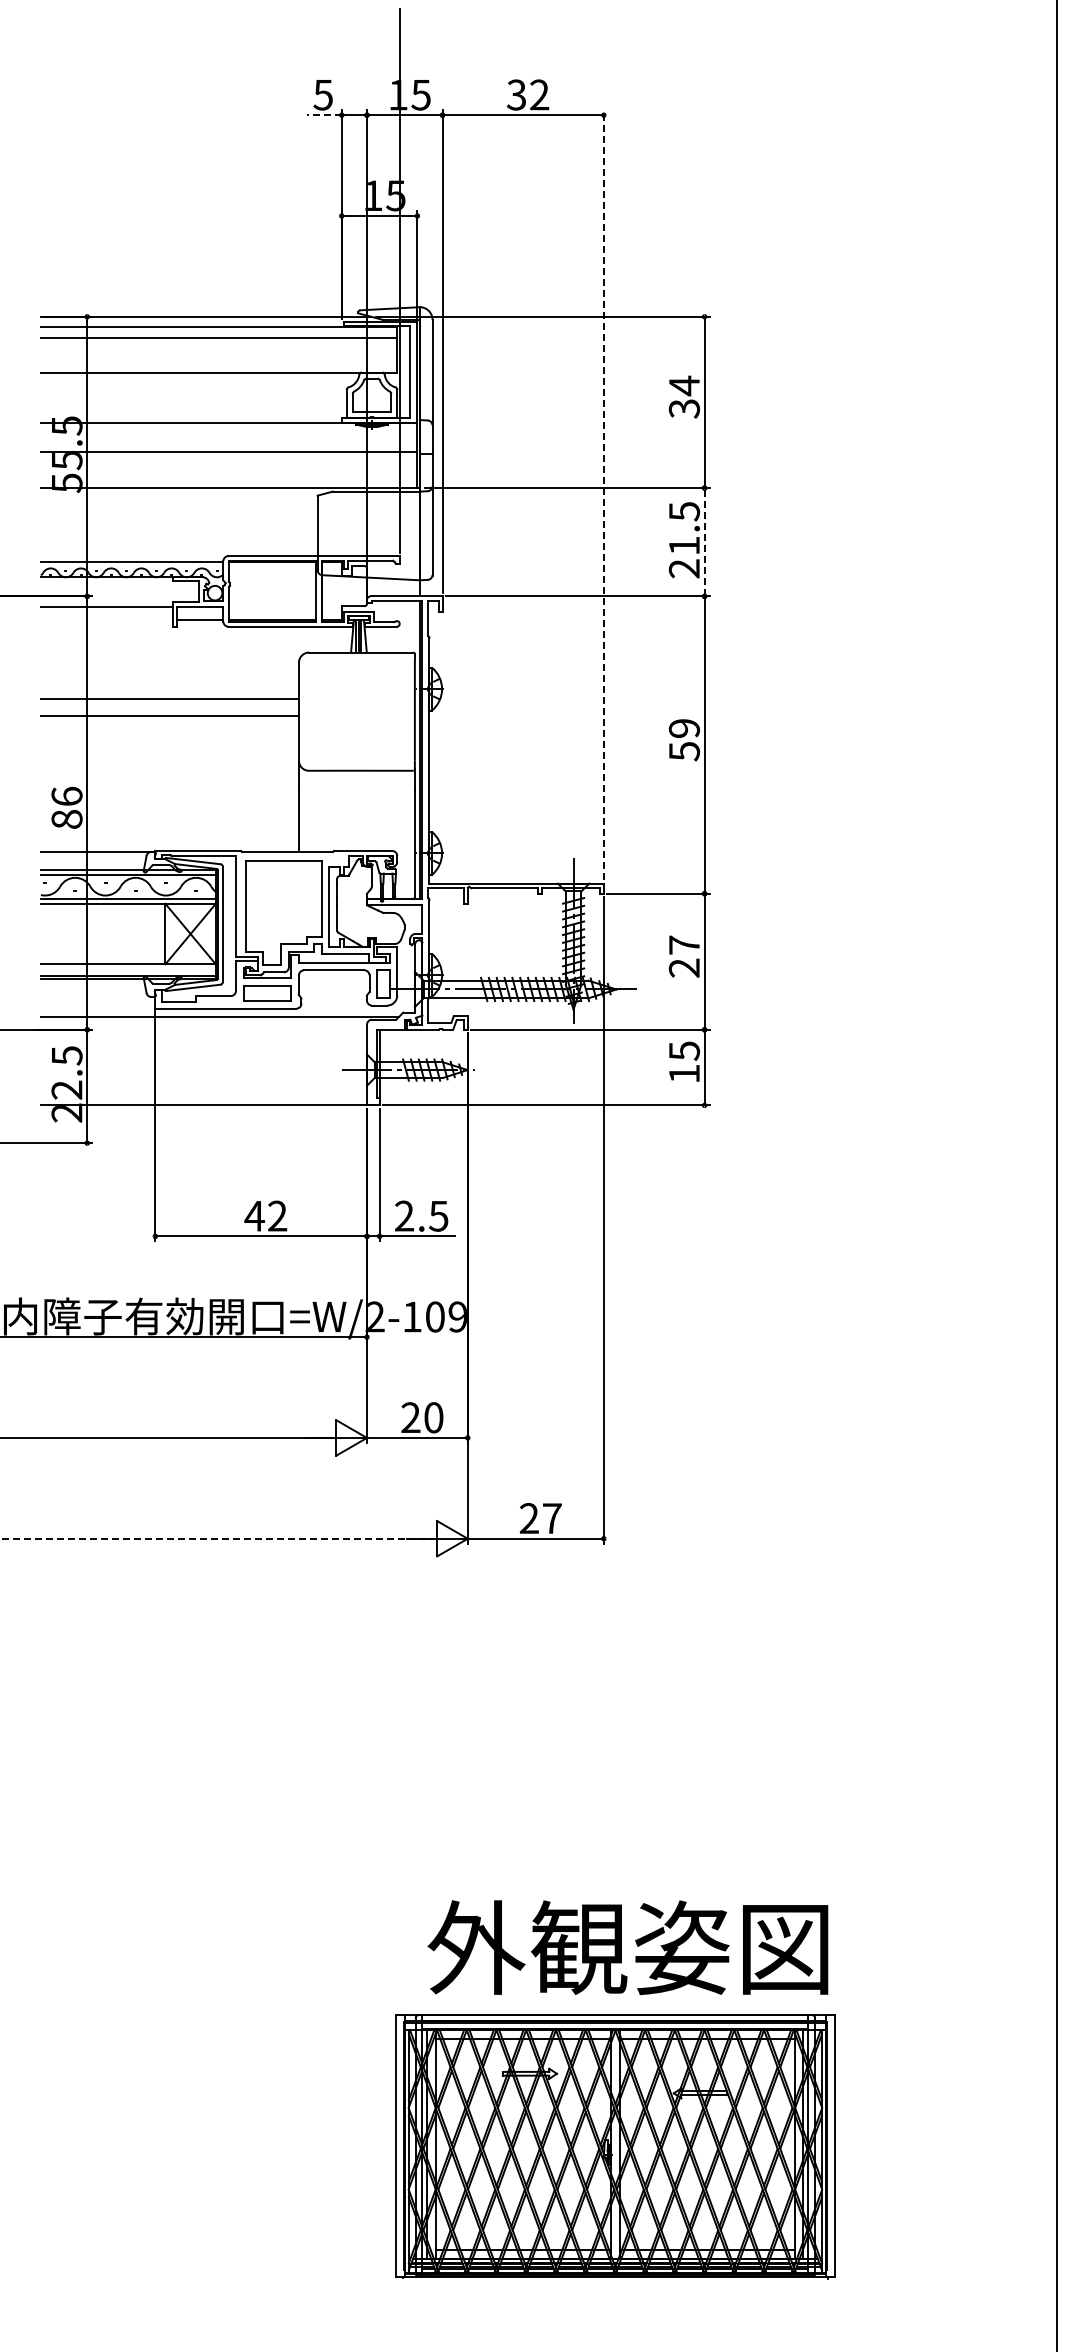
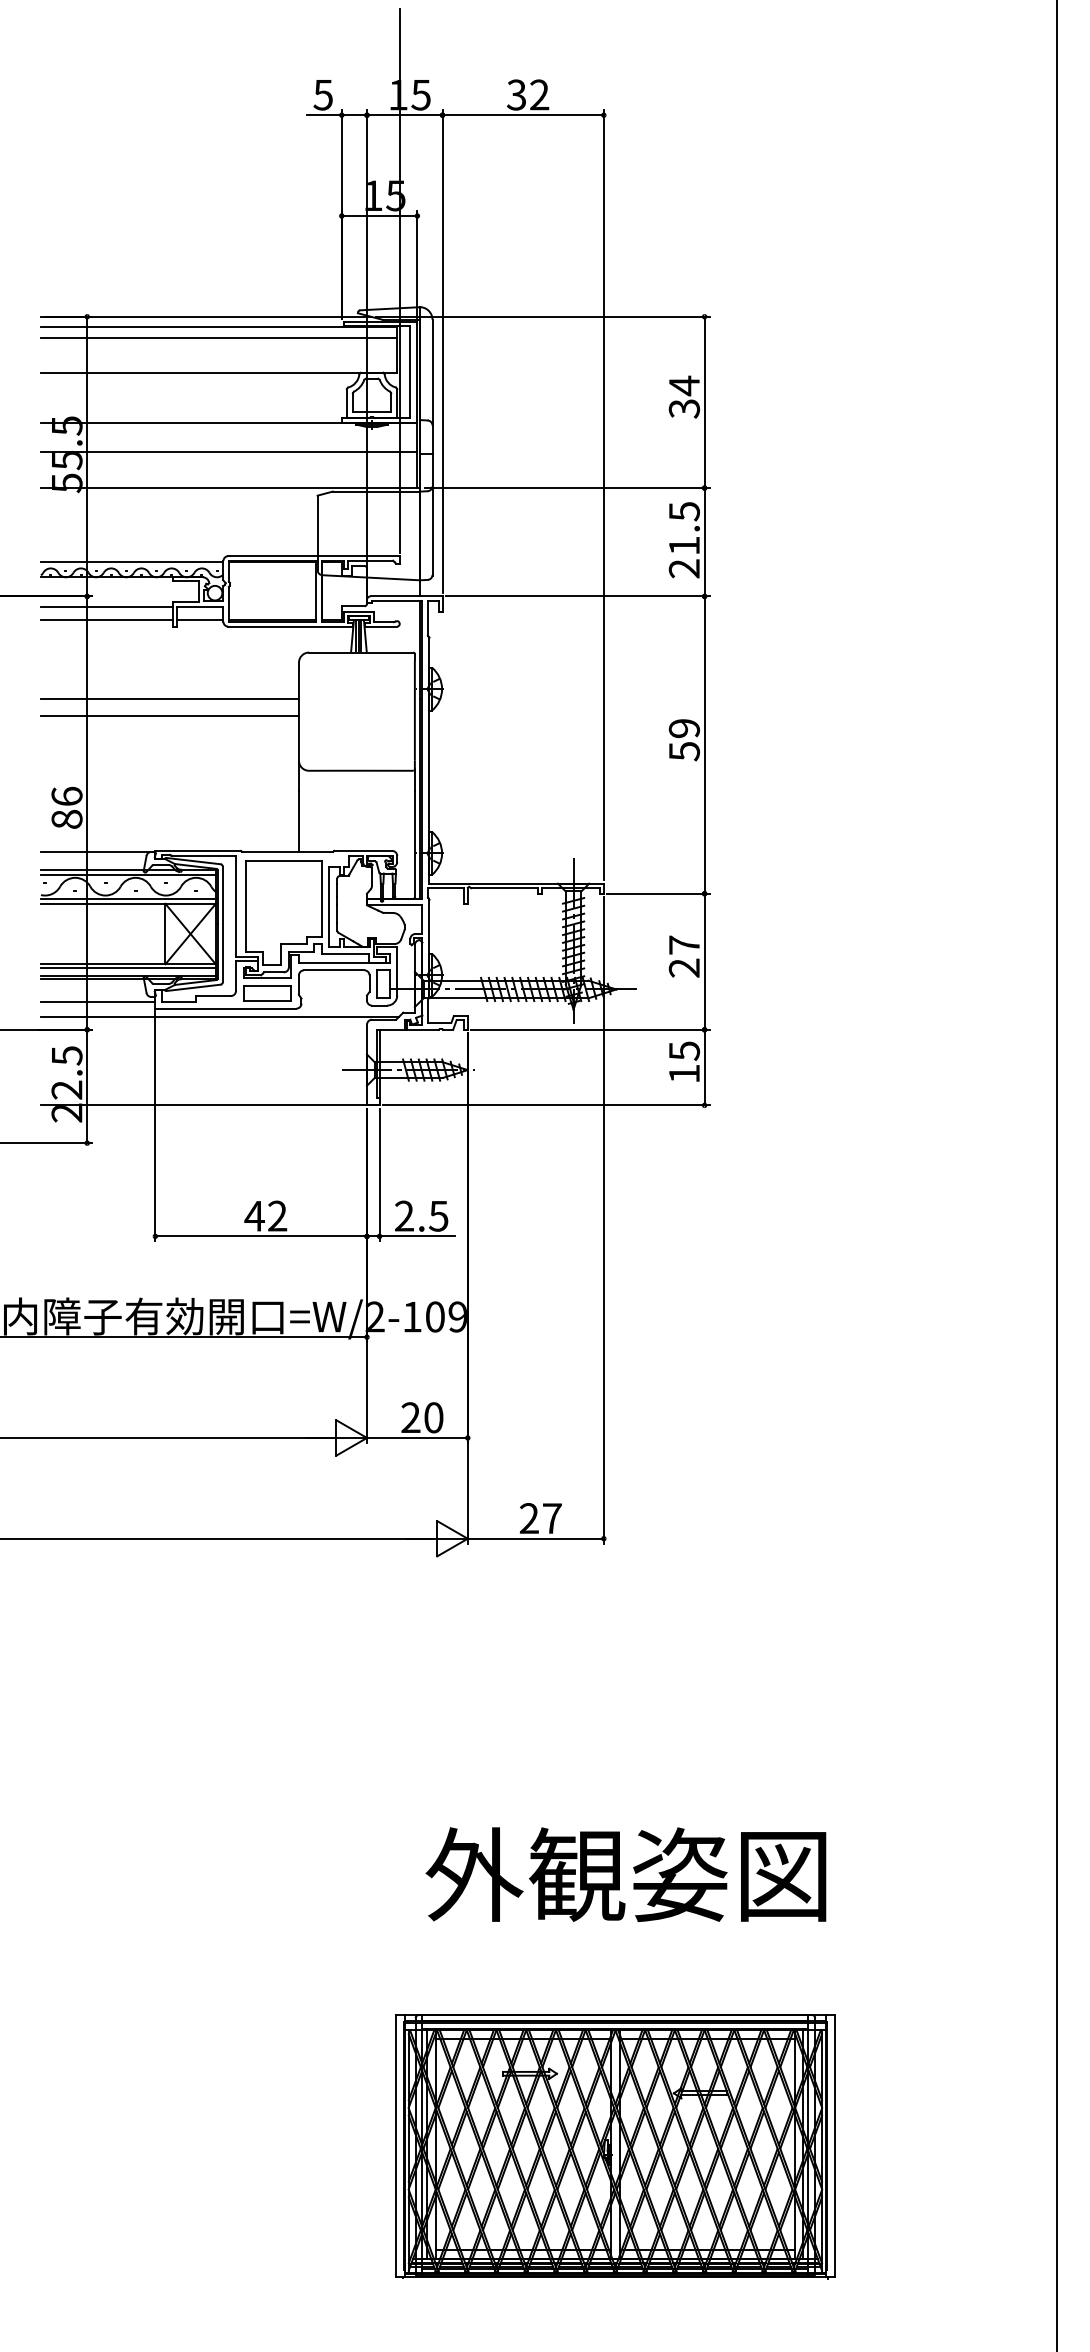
line at (323, 115): dashed -> solid
line at (603, 495): dashed -> solid
line at (704, 541): dashed -> solid
line at (106, 620): none -> present
line at (127, 967): none -> present
line at (97, 1001): none -> present
line at (216, 1538): dashed -> solid
text at (627, 1947) position: (627, 1947) -> (625, 1874)
